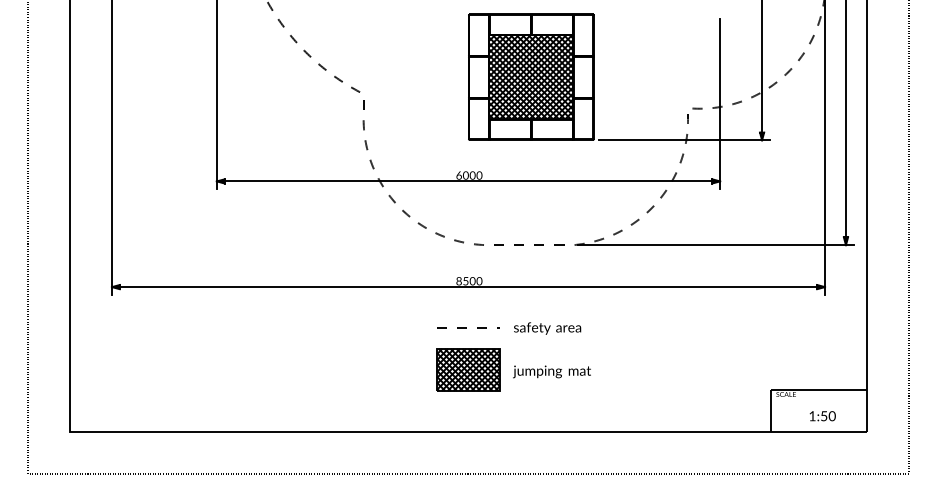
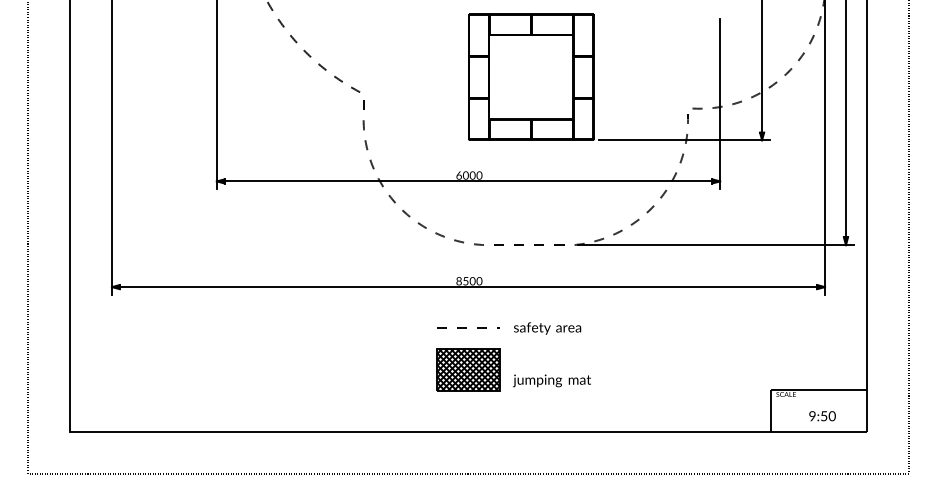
hatch at (531, 77): present -> none
text at (551, 371) position: (551, 371) -> (551, 380)
text at (812, 416): 1:50 -> 9:50
